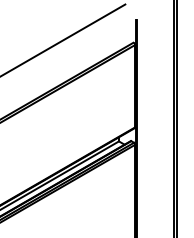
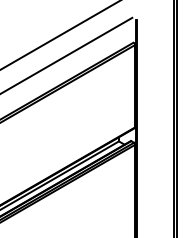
line at (63, 39) position: (63, 39) -> (60, 35)
line at (67, 54): none -> present
